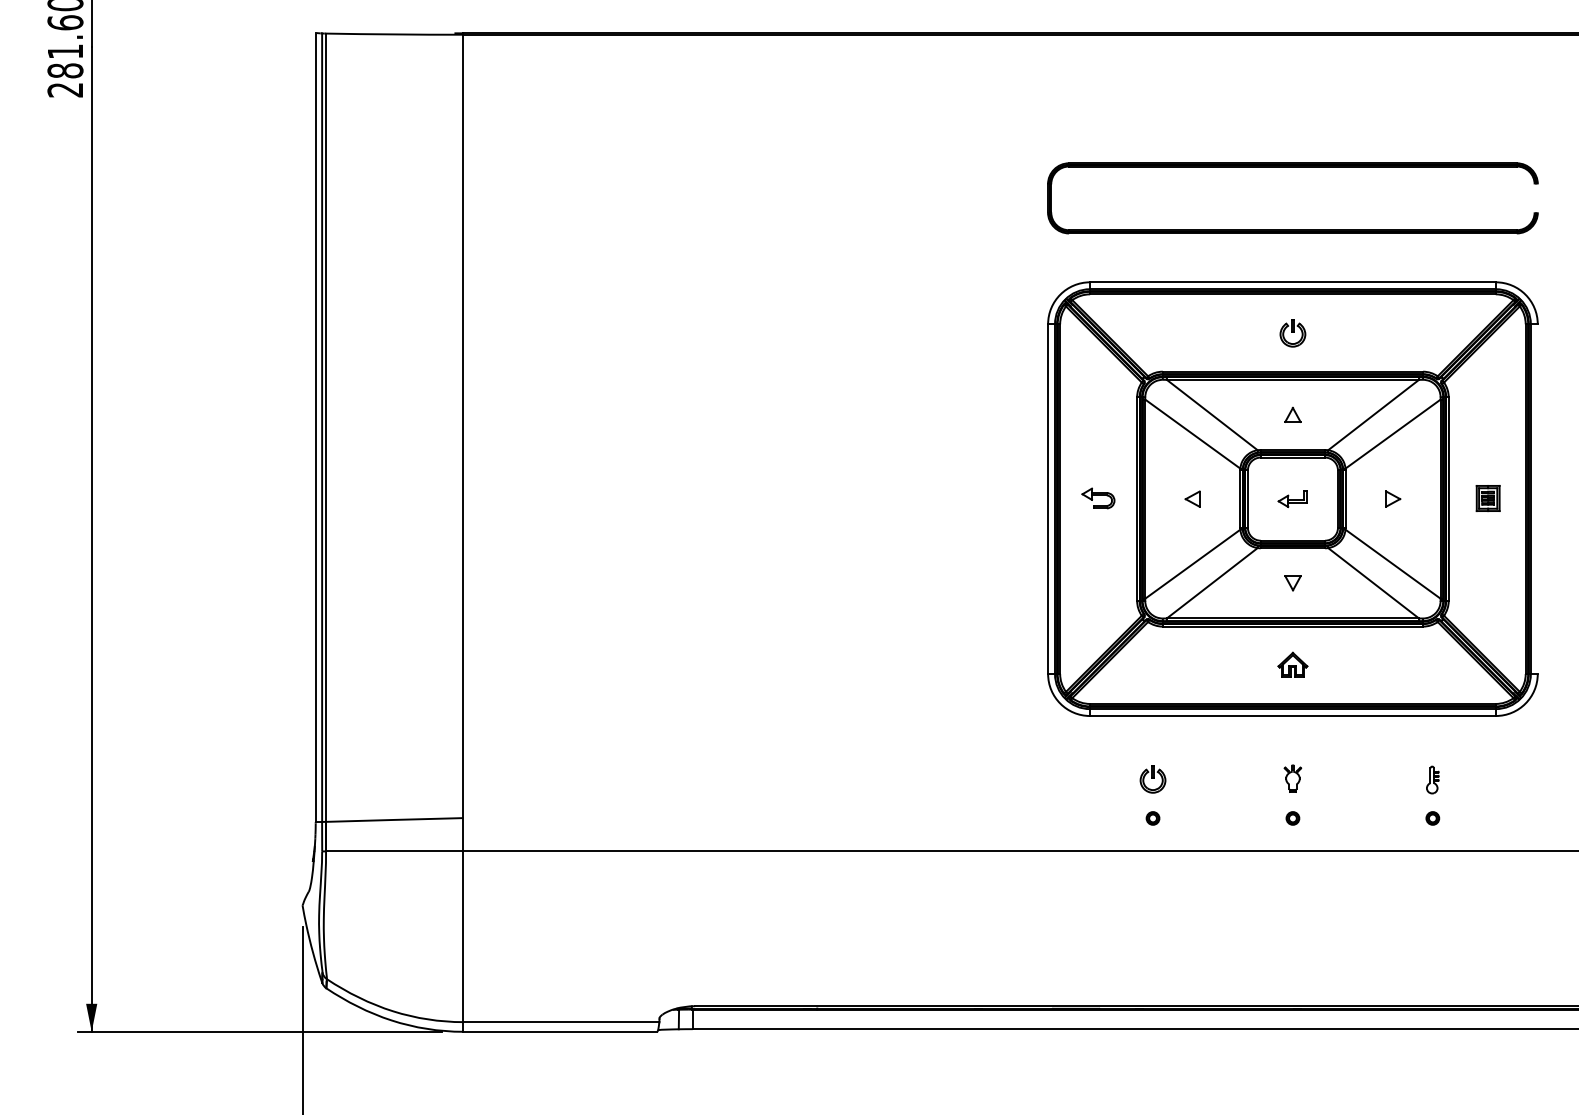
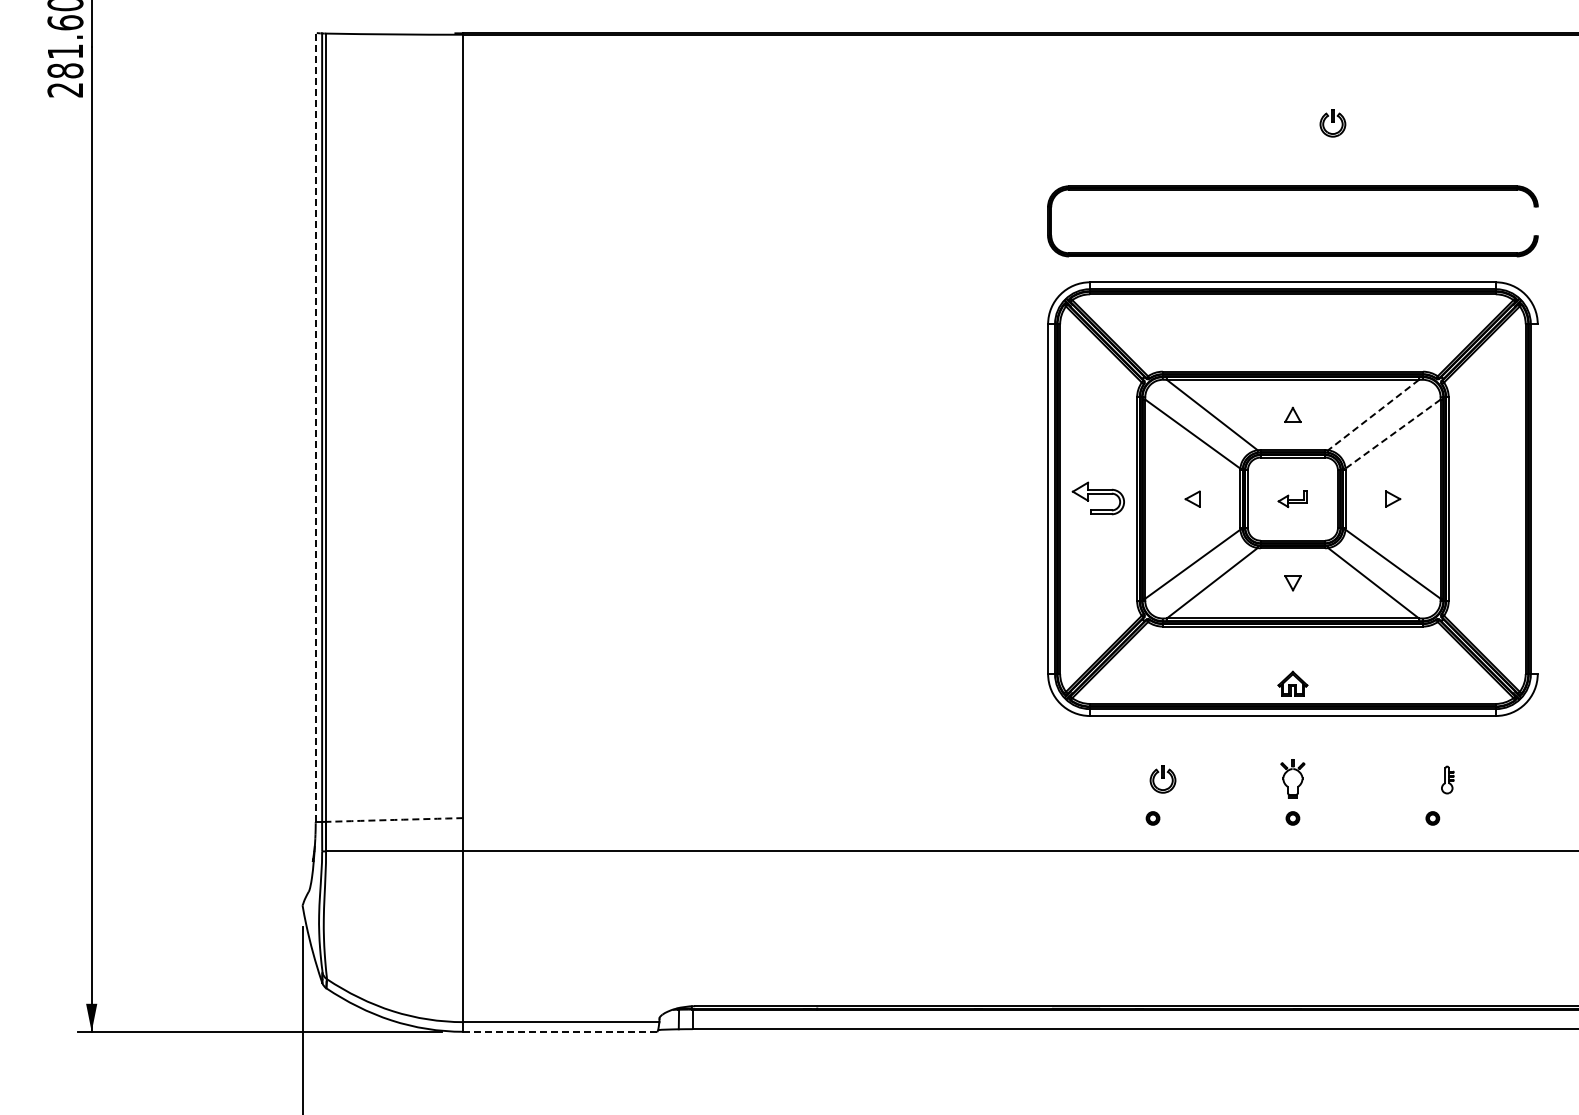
part at (1292, 167) position: (1292, 167) -> (1292, 190)
part at (1292, 333) position: (1292, 333) -> (1332, 123)
line at (1373, 415): solid -> dashed
line at (315, 427): solid -> dashed
line at (1393, 434): solid -> dashed
part at (1098, 498) size: 35x23 px -> 54x35 px
part at (1487, 498): present -> none
part at (1292, 664) position: (1292, 664) -> (1292, 683)
part at (1292, 778) size: 20x29 px -> 26x40 px
part at (1152, 779) position: (1152, 779) -> (1162, 779)
part at (1432, 779) position: (1432, 779) -> (1447, 779)
arc at (394, 819): solid -> dashed
line at (560, 1031): solid -> dashed
